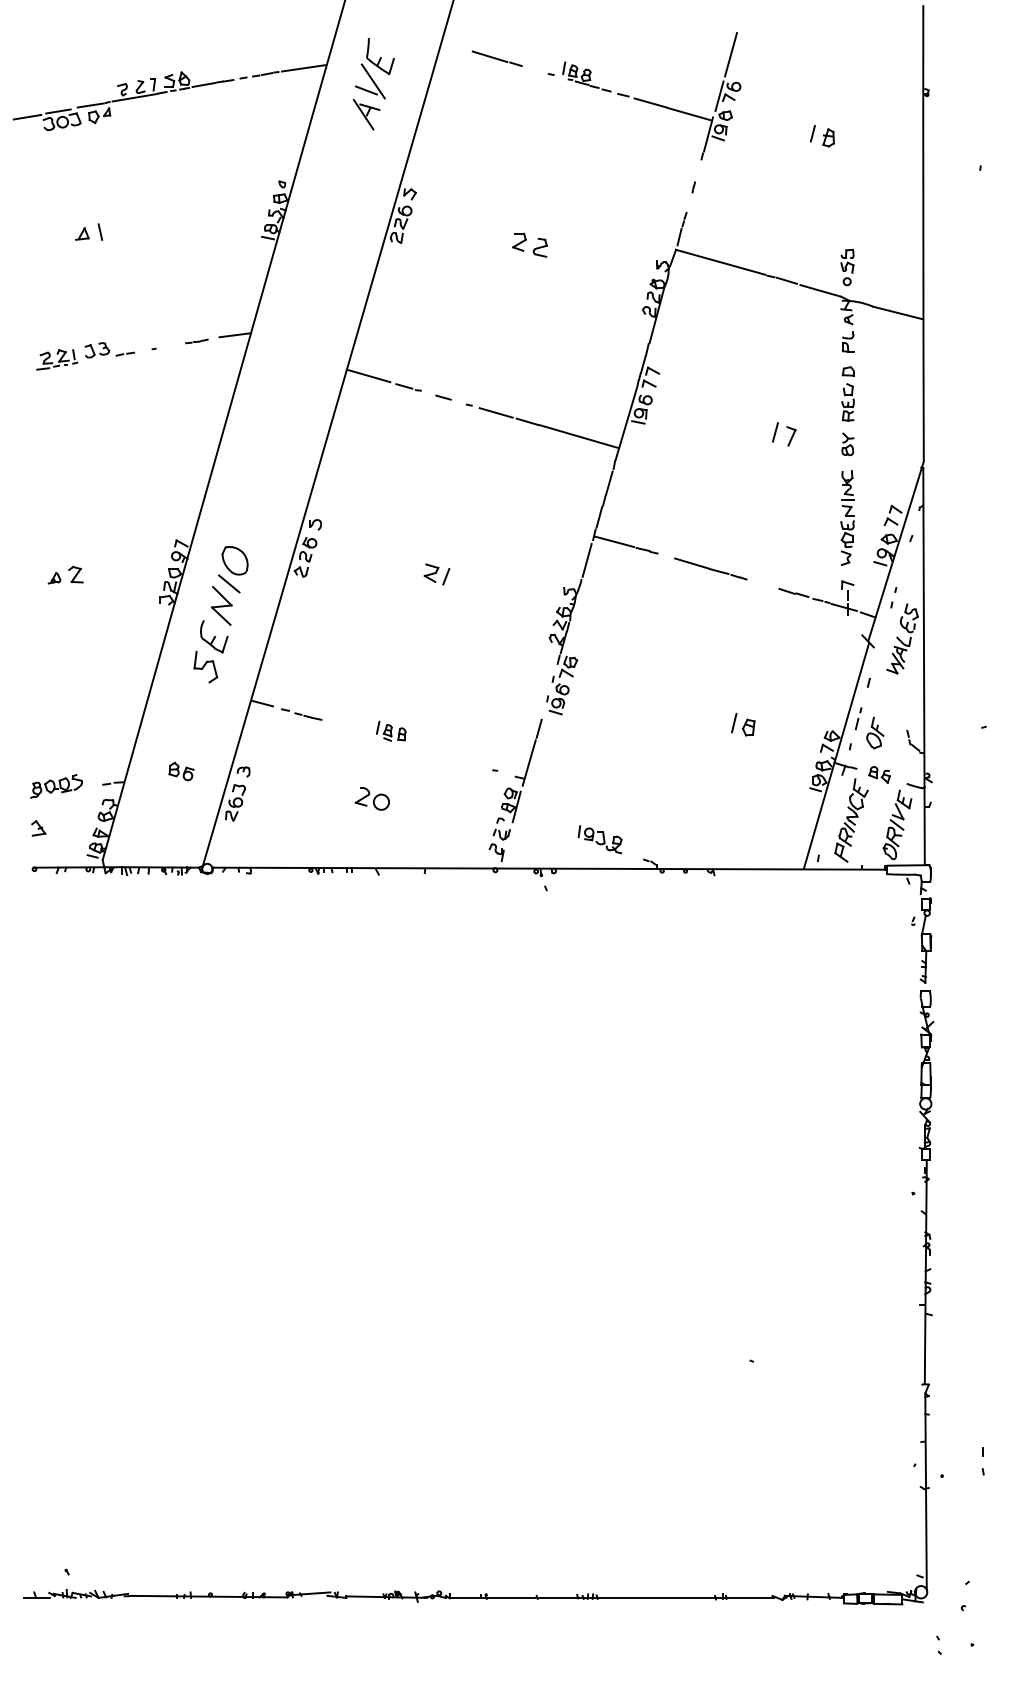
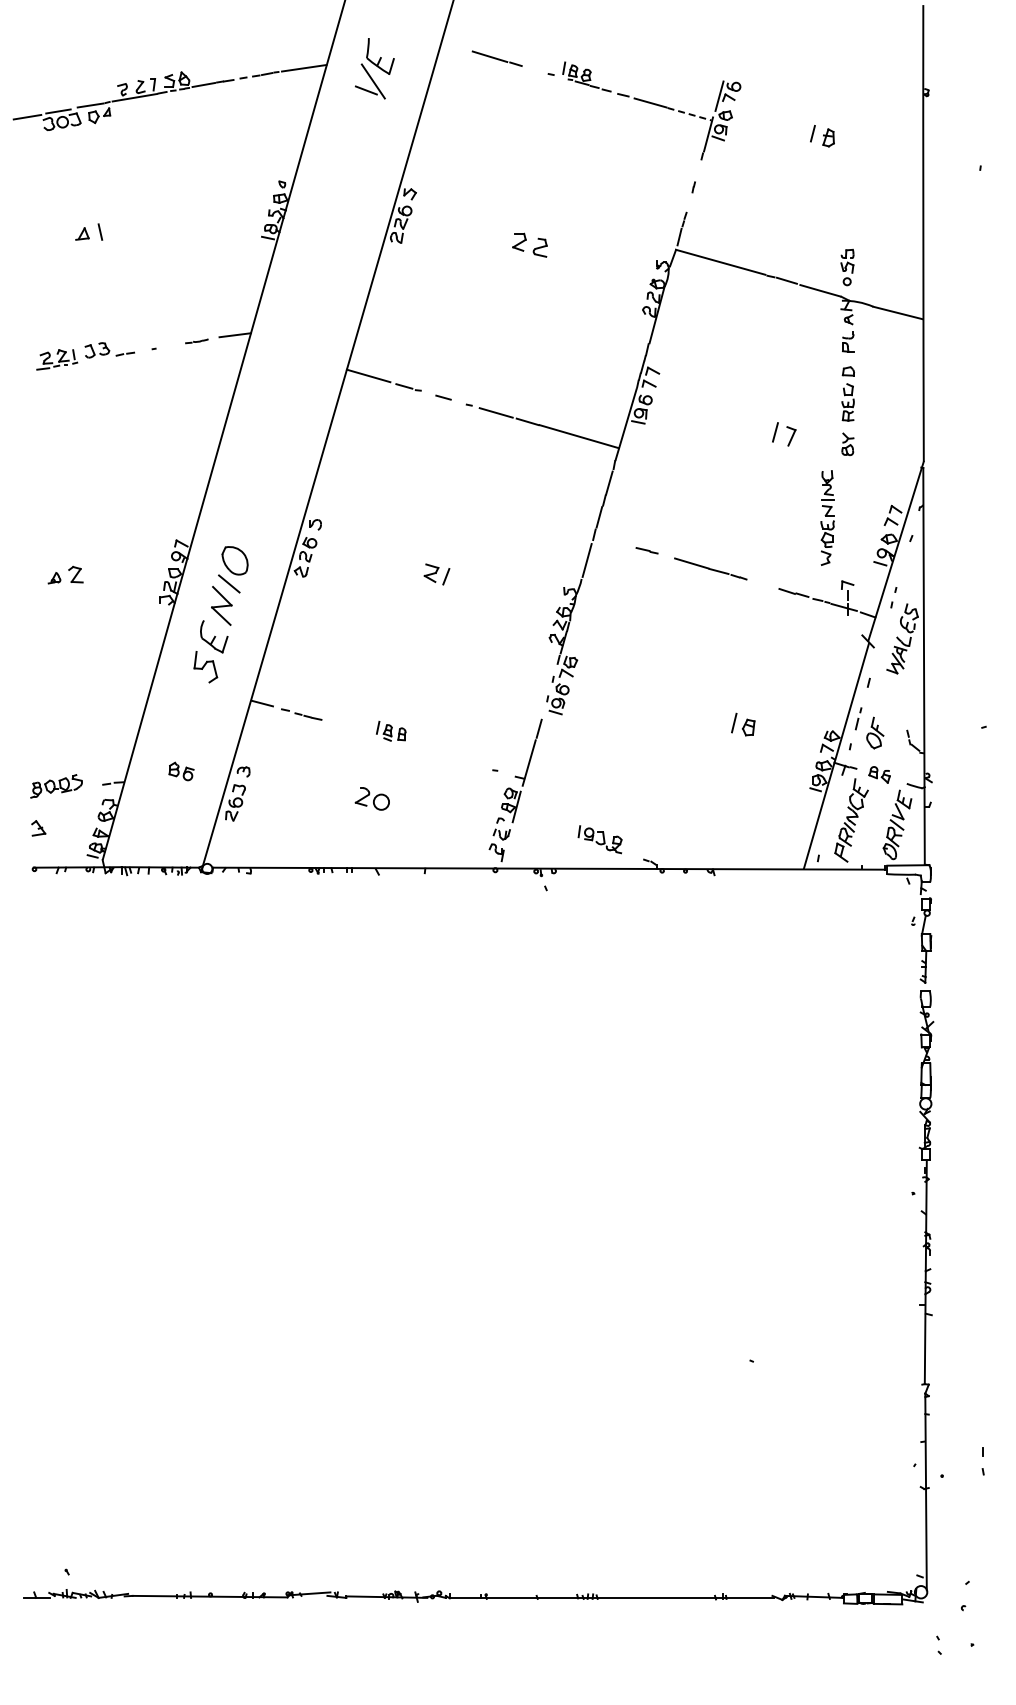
line at (731, 54): present -> none
part at (366, 114): present -> none
line at (689, 114): solid -> dashed
part at (847, 517) position: (847, 517) -> (827, 517)
line at (614, 541): present -> none
